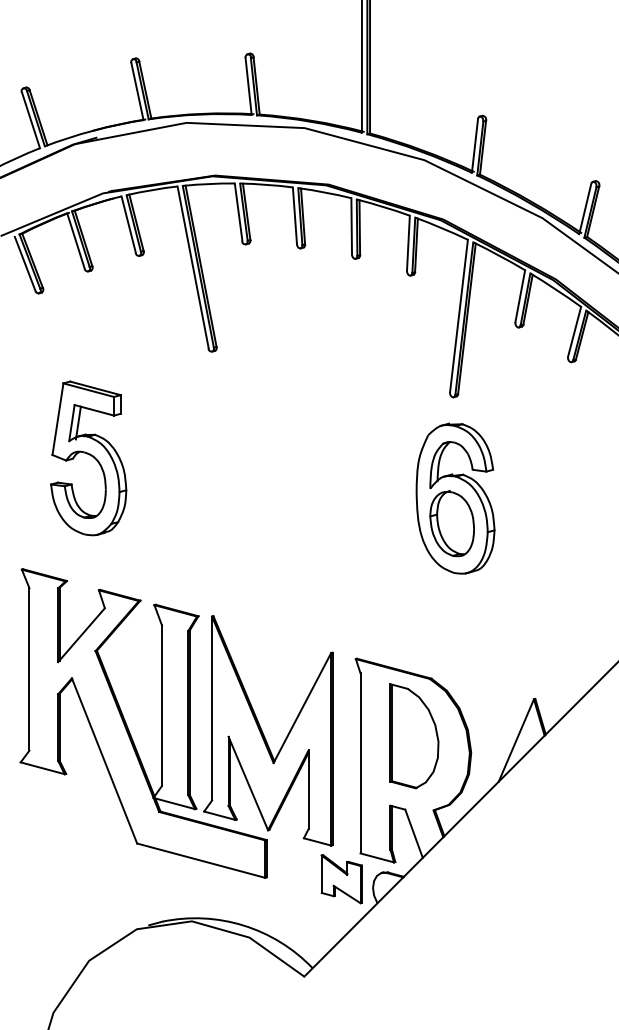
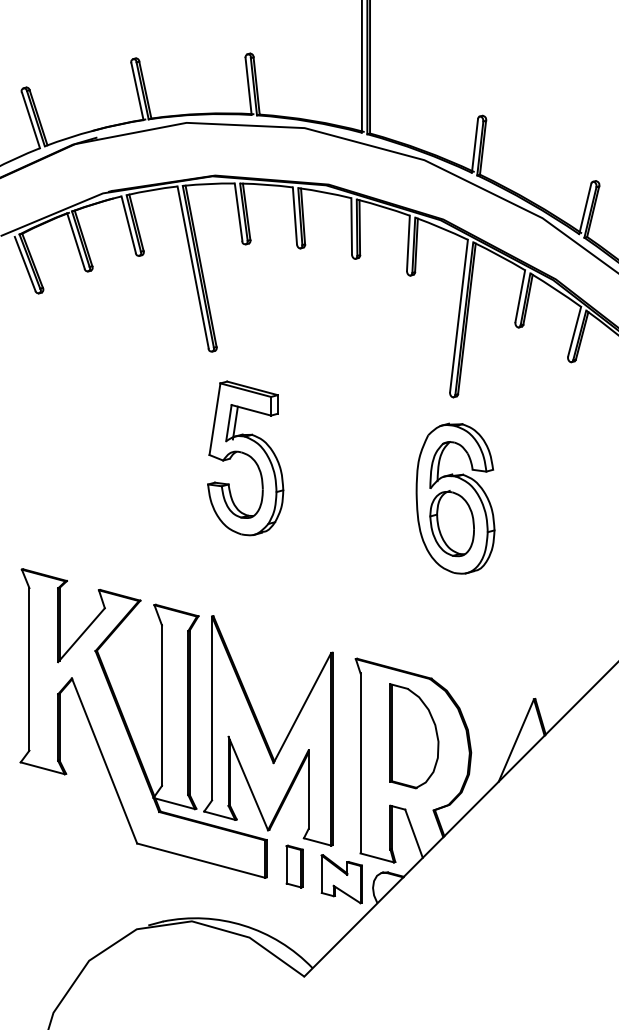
part at (88, 458) position: (88, 458) -> (245, 458)
part at (294, 866): none -> present
